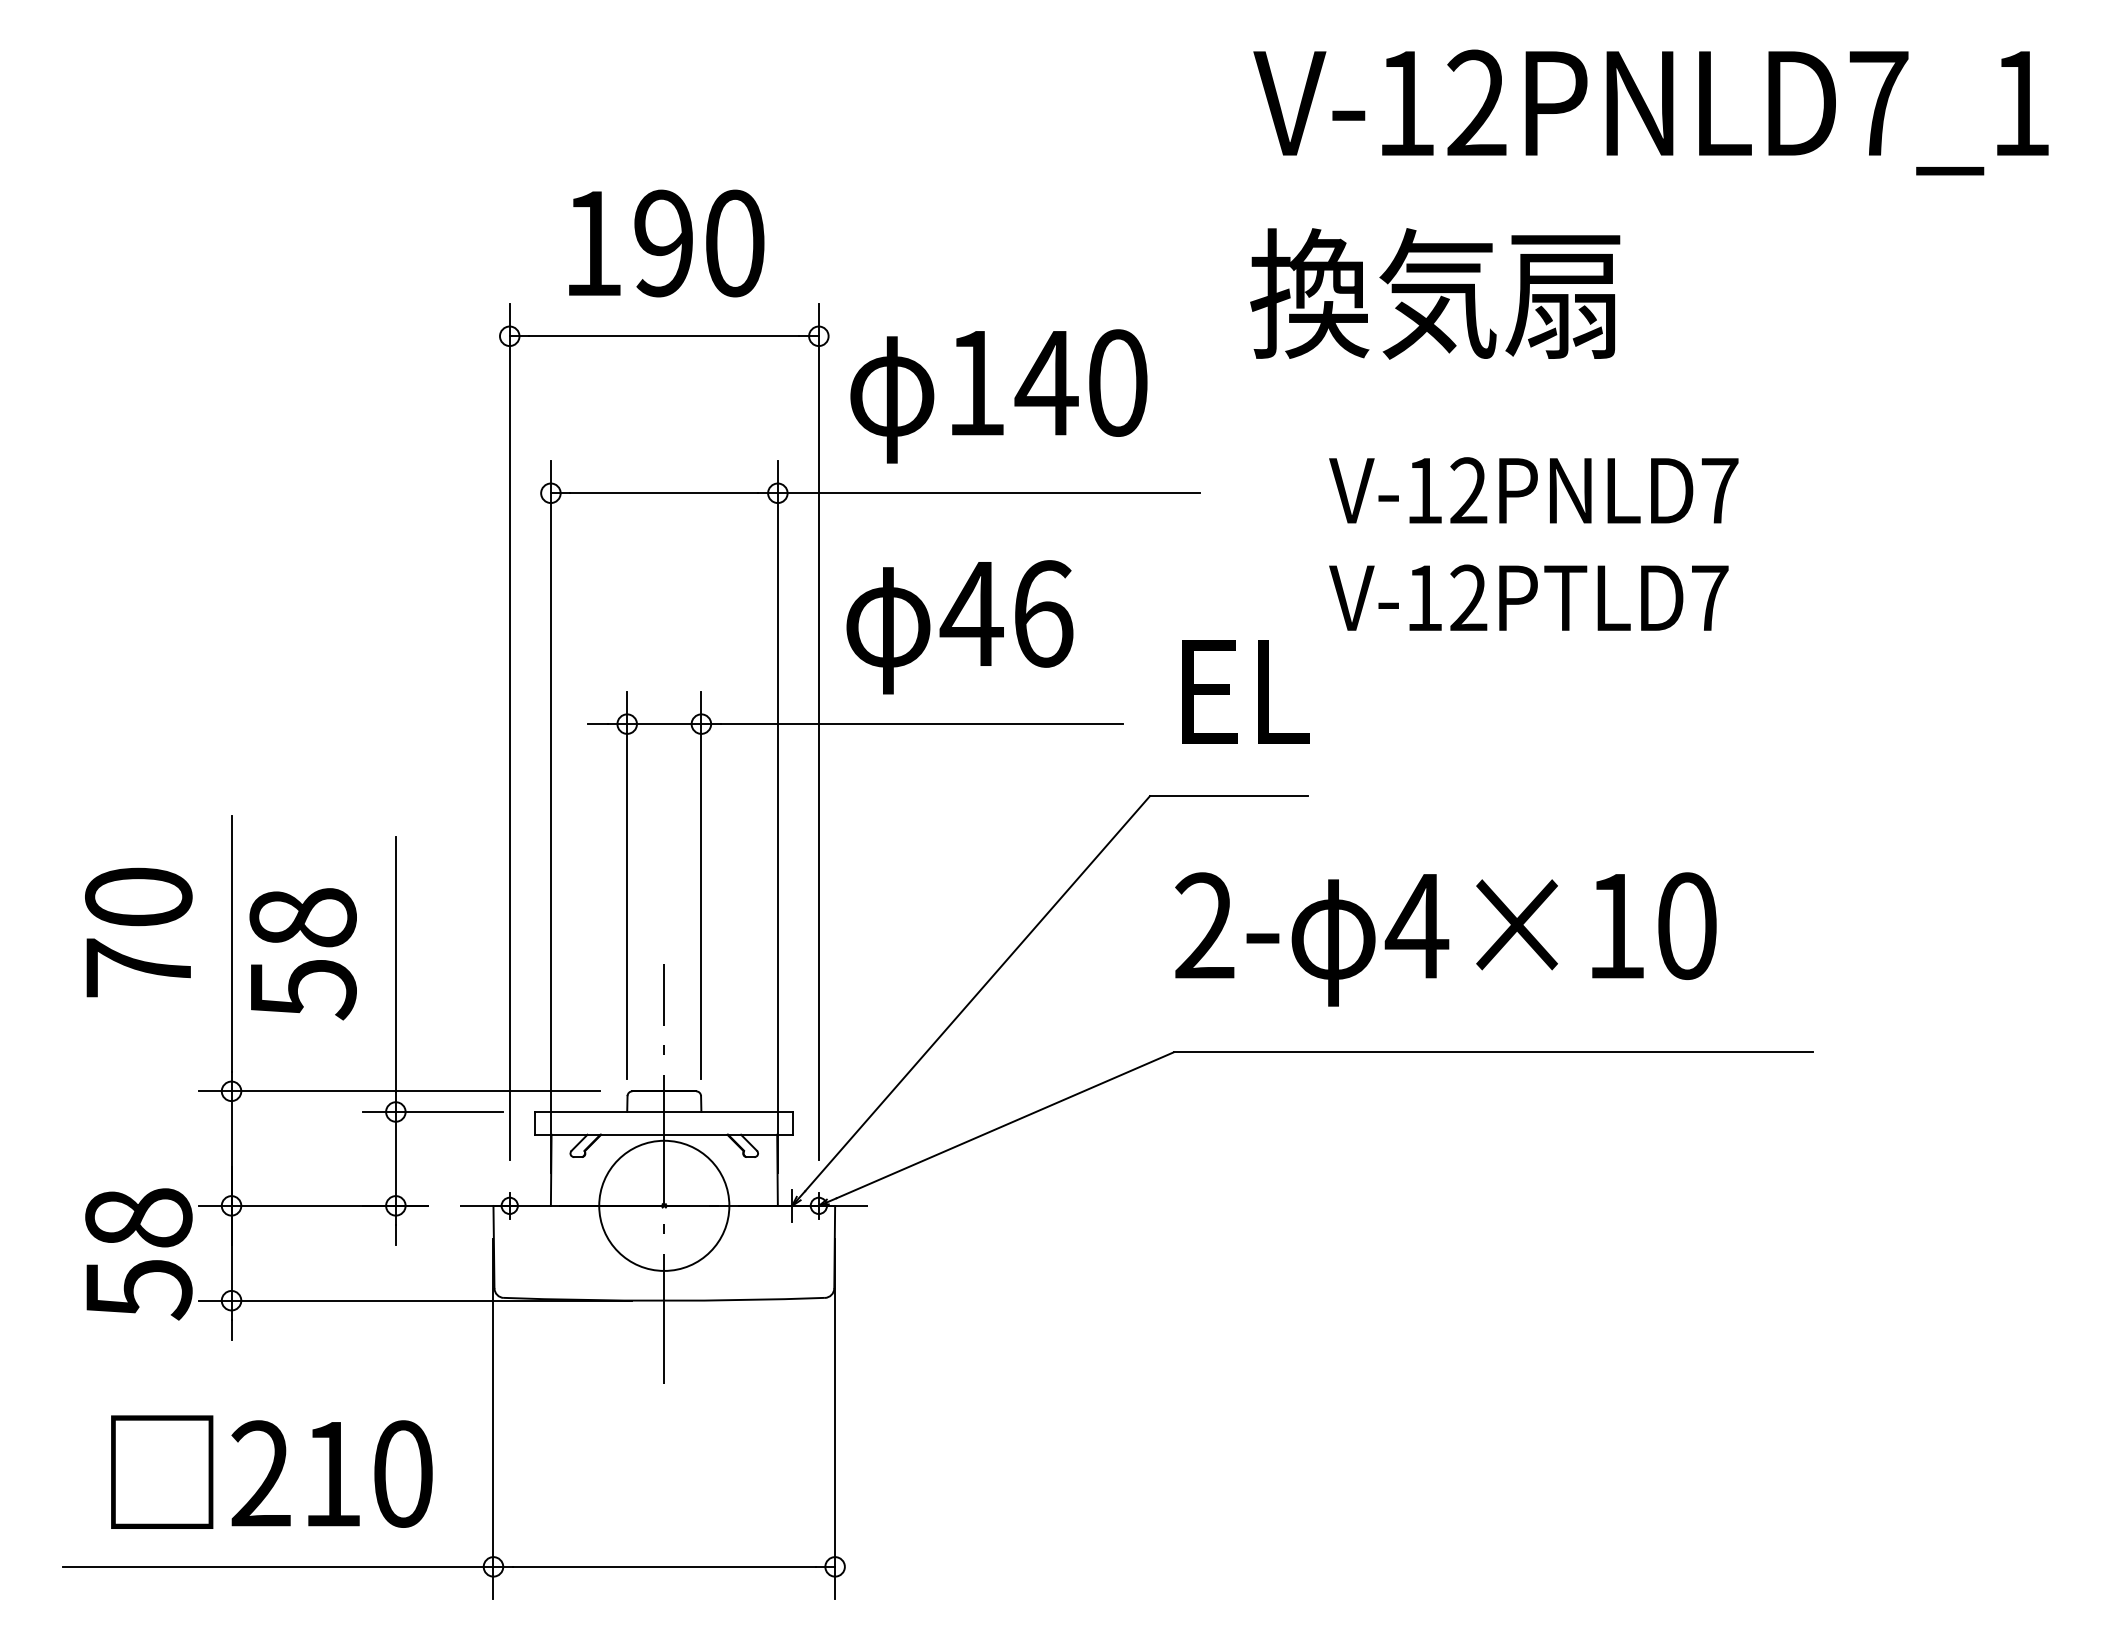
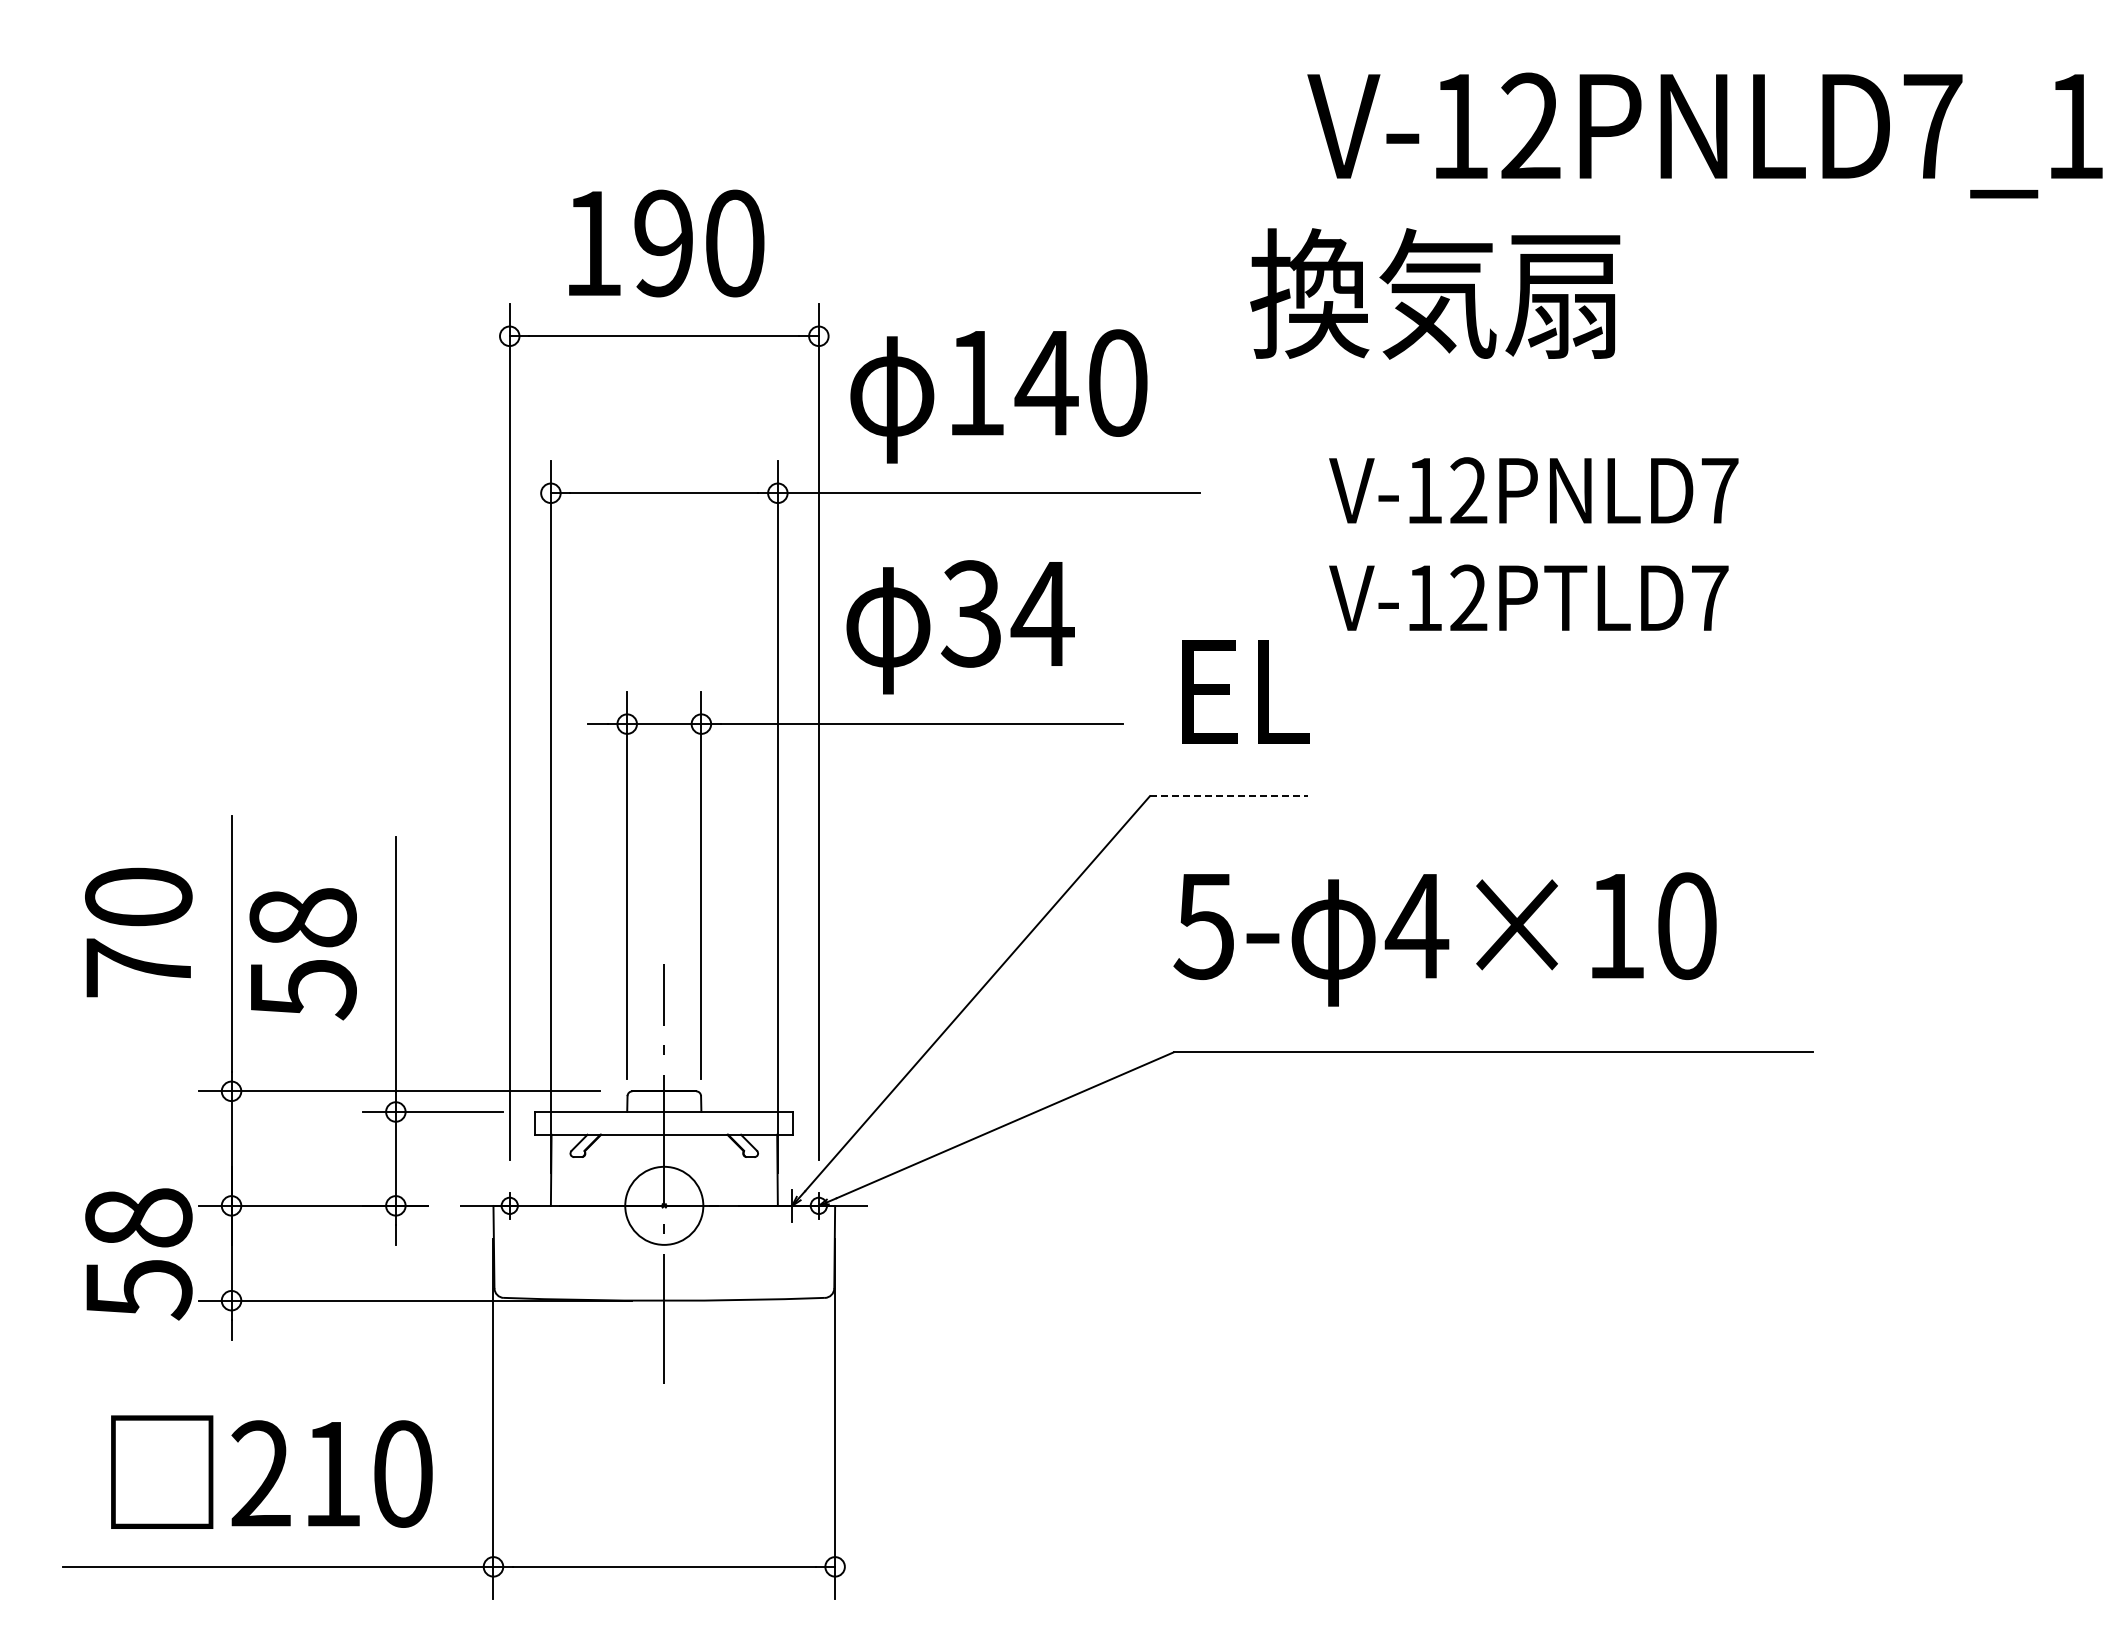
text at (1650, 112) position: (1650, 112) -> (1704, 135)
text at (1006, 613): 46 -> 34
line at (1228, 796): solid -> dashed
text at (1203, 926): 2- -> 5-
circle at (664, 1205) diameter: 130 px -> 78 px
